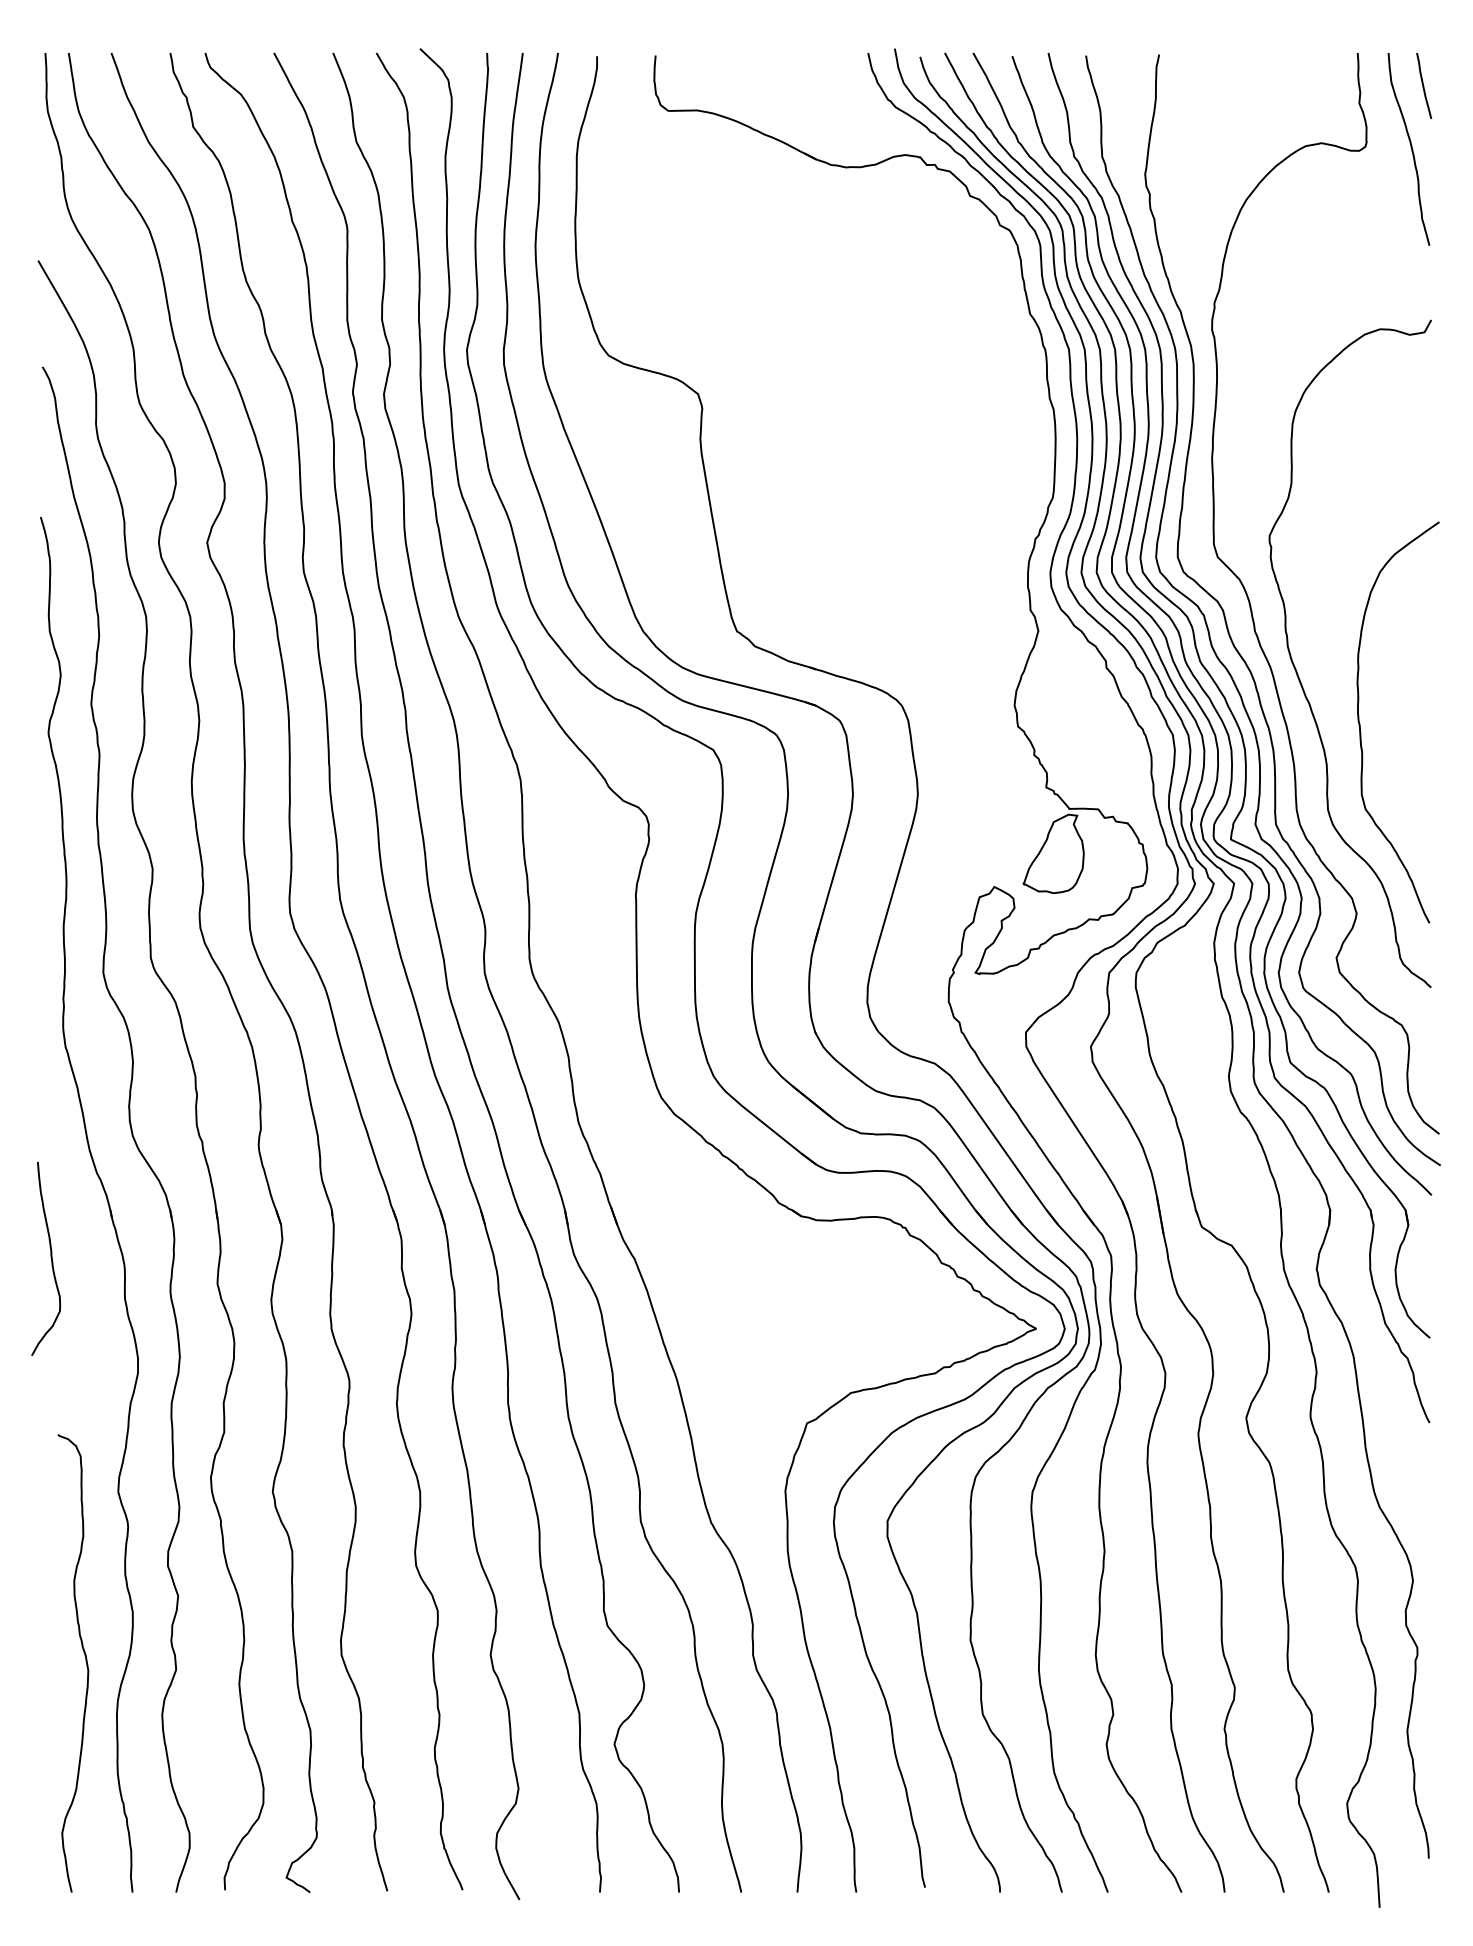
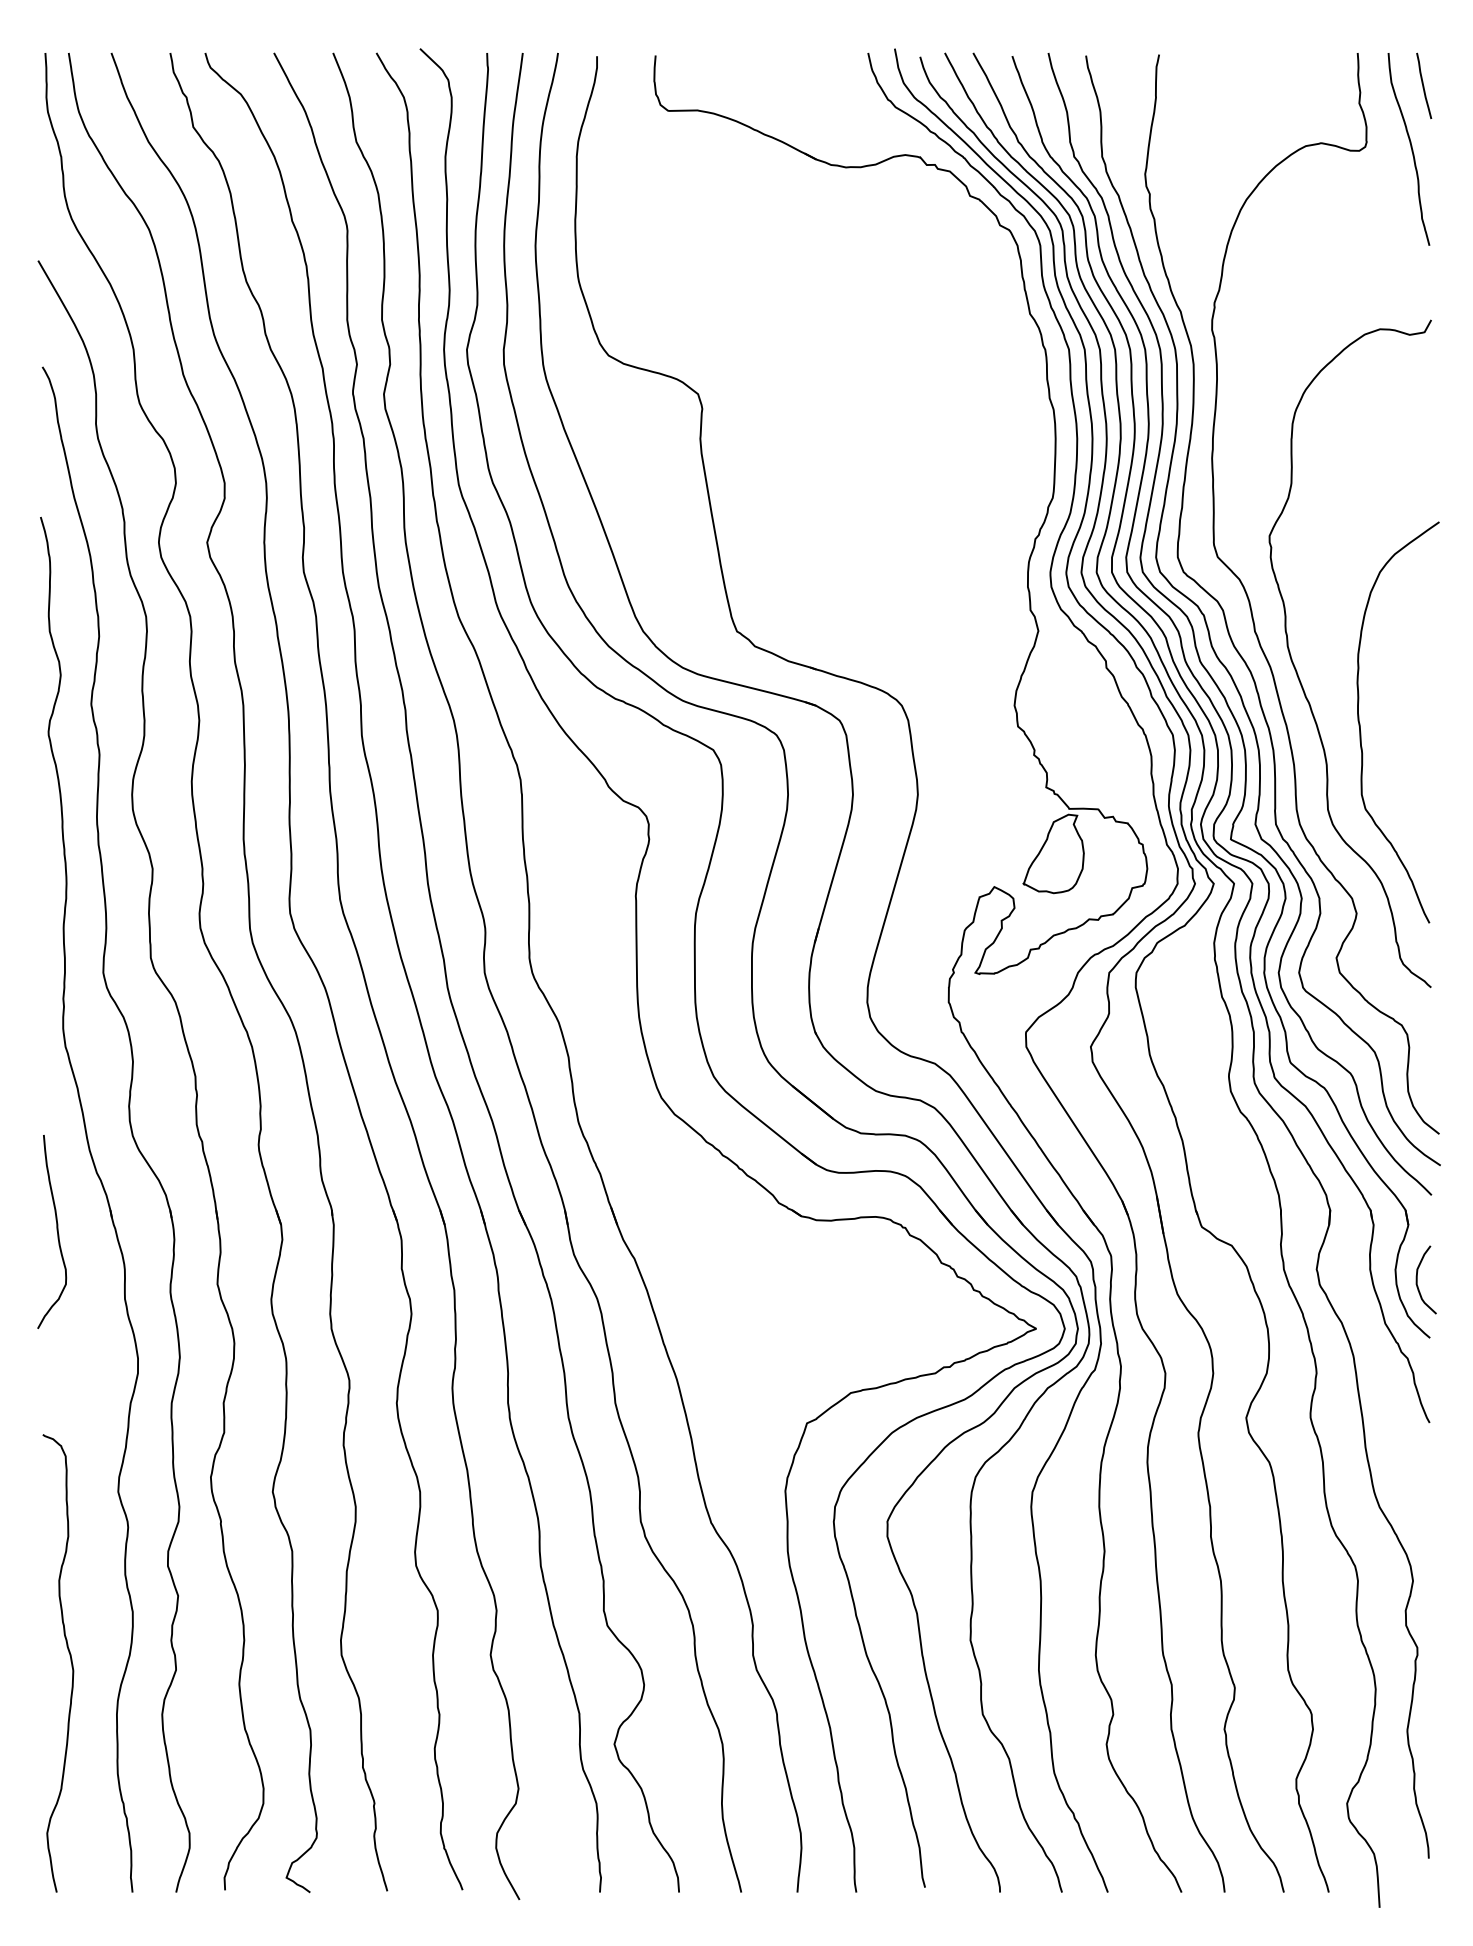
curve at (50, 1257) position: (50, 1257) -> (56, 1230)
curve at (1417, 1279): none -> present
curve at (85, 1661) position: (85, 1661) -> (70, 1661)
